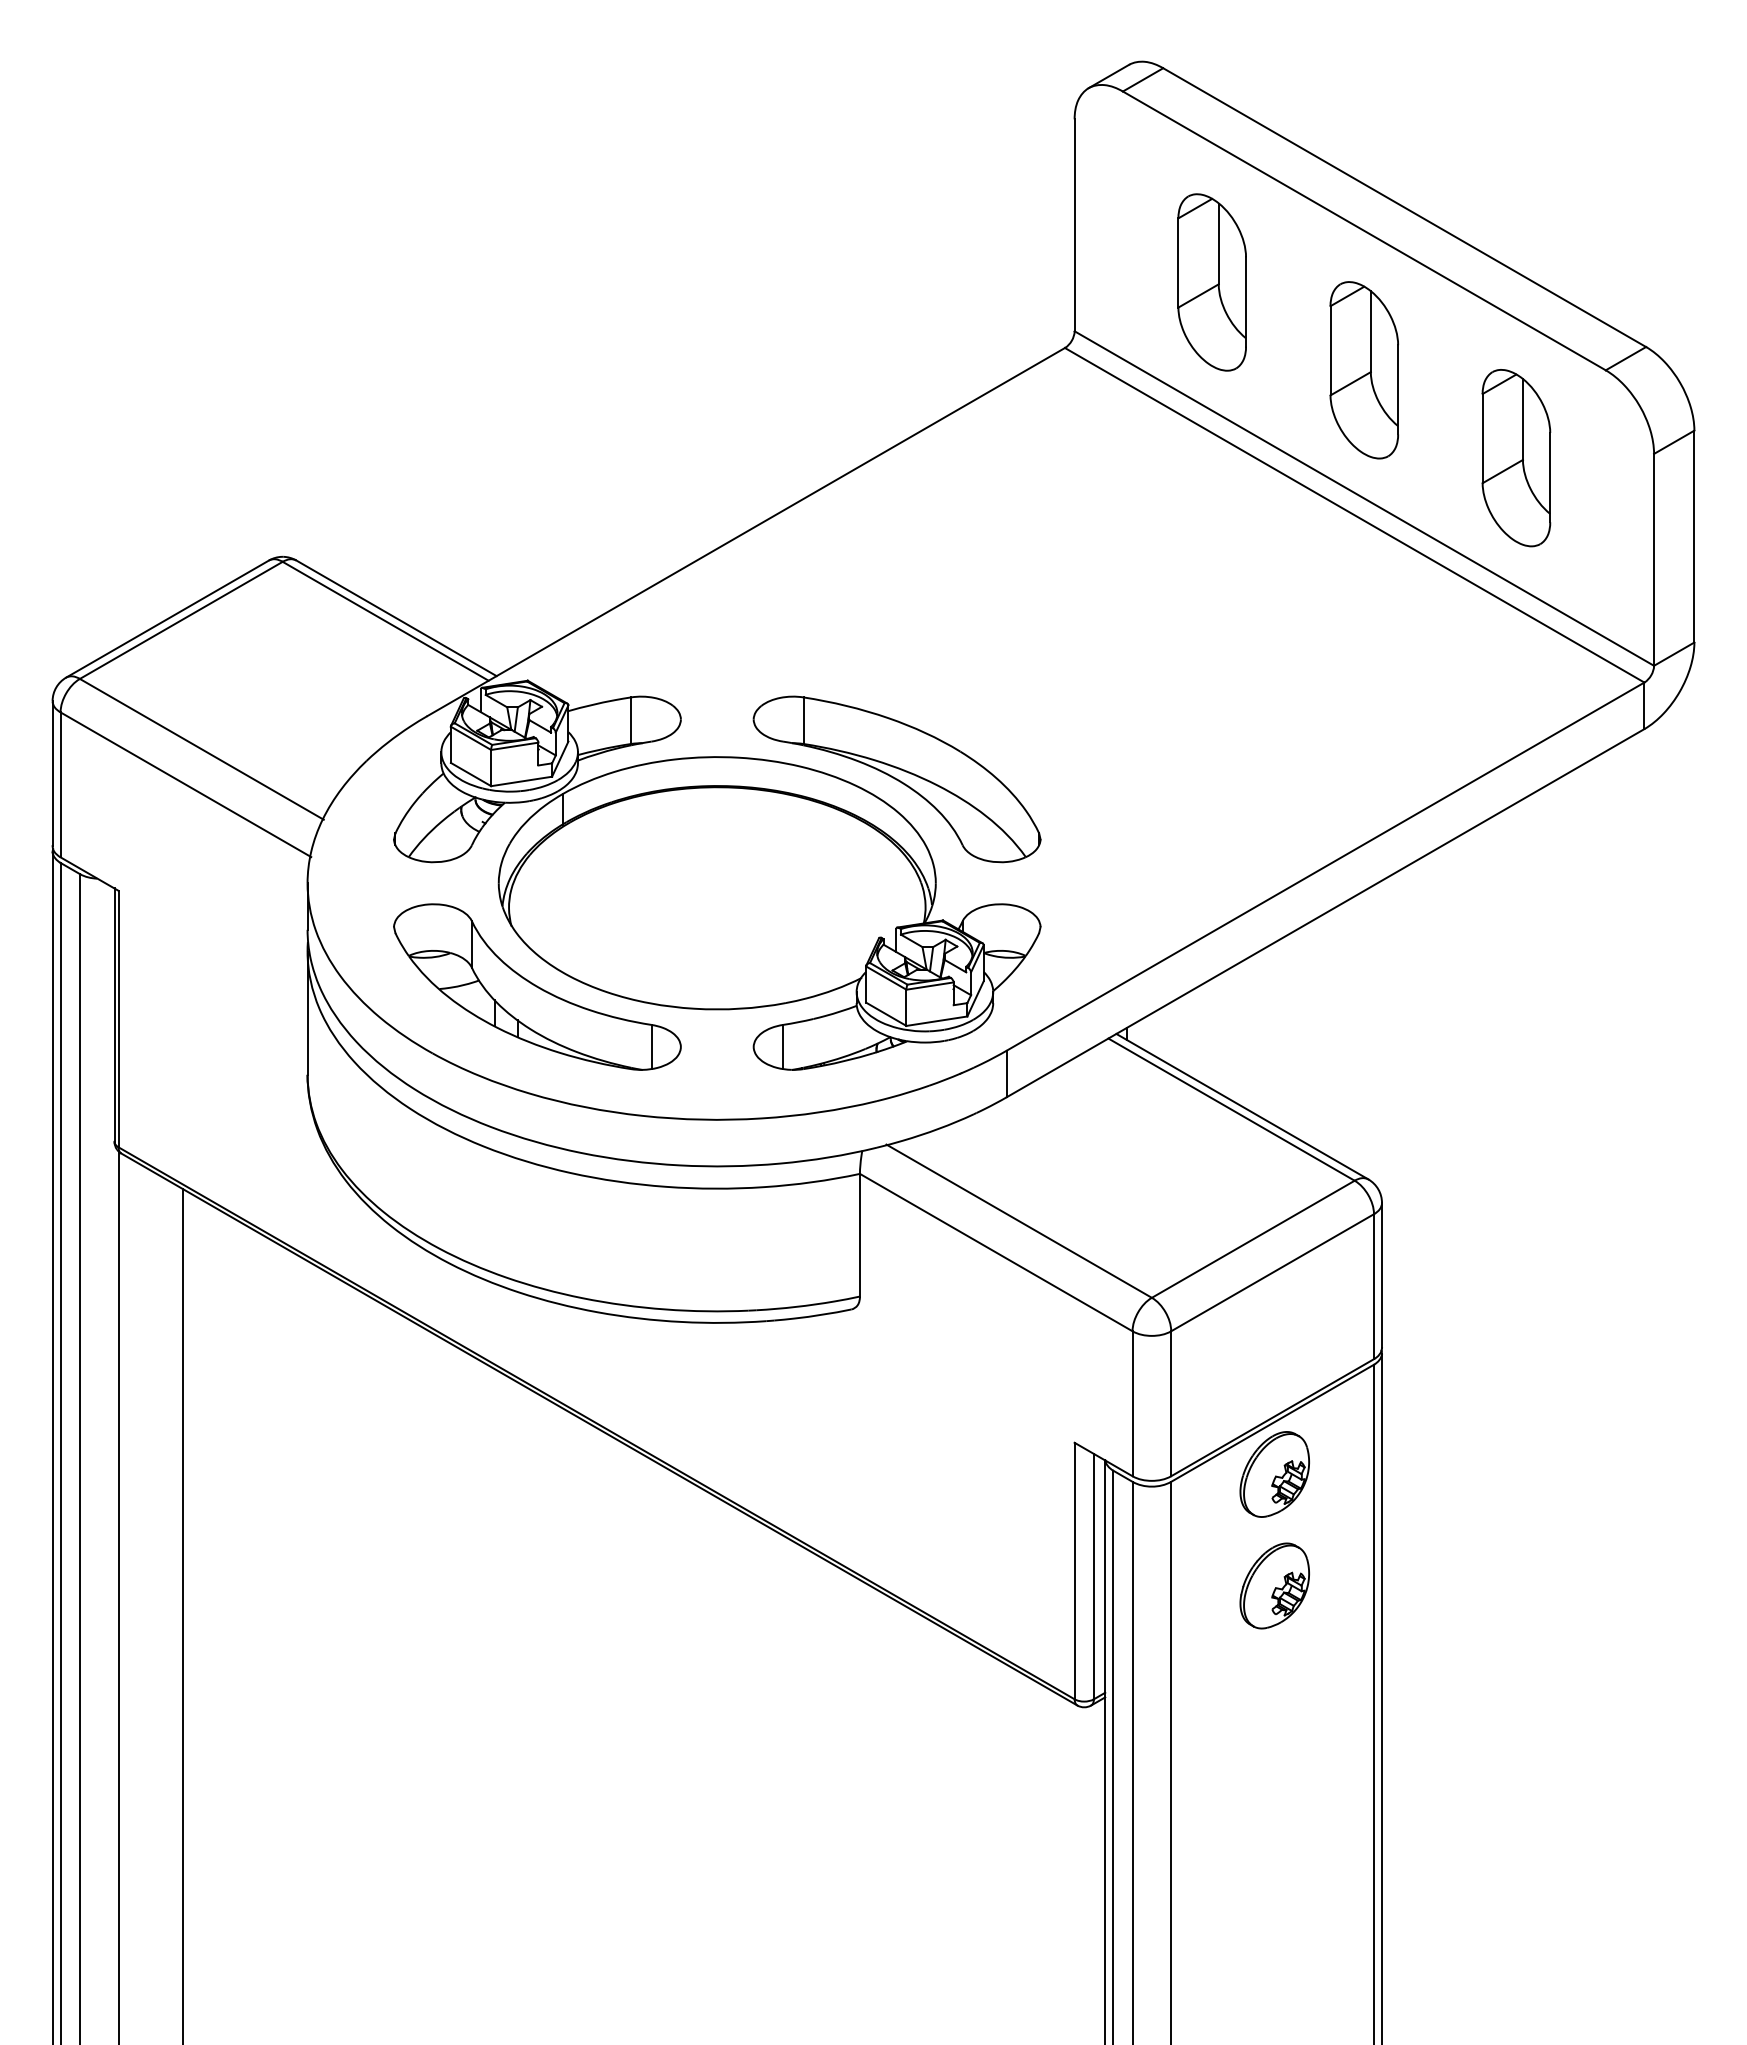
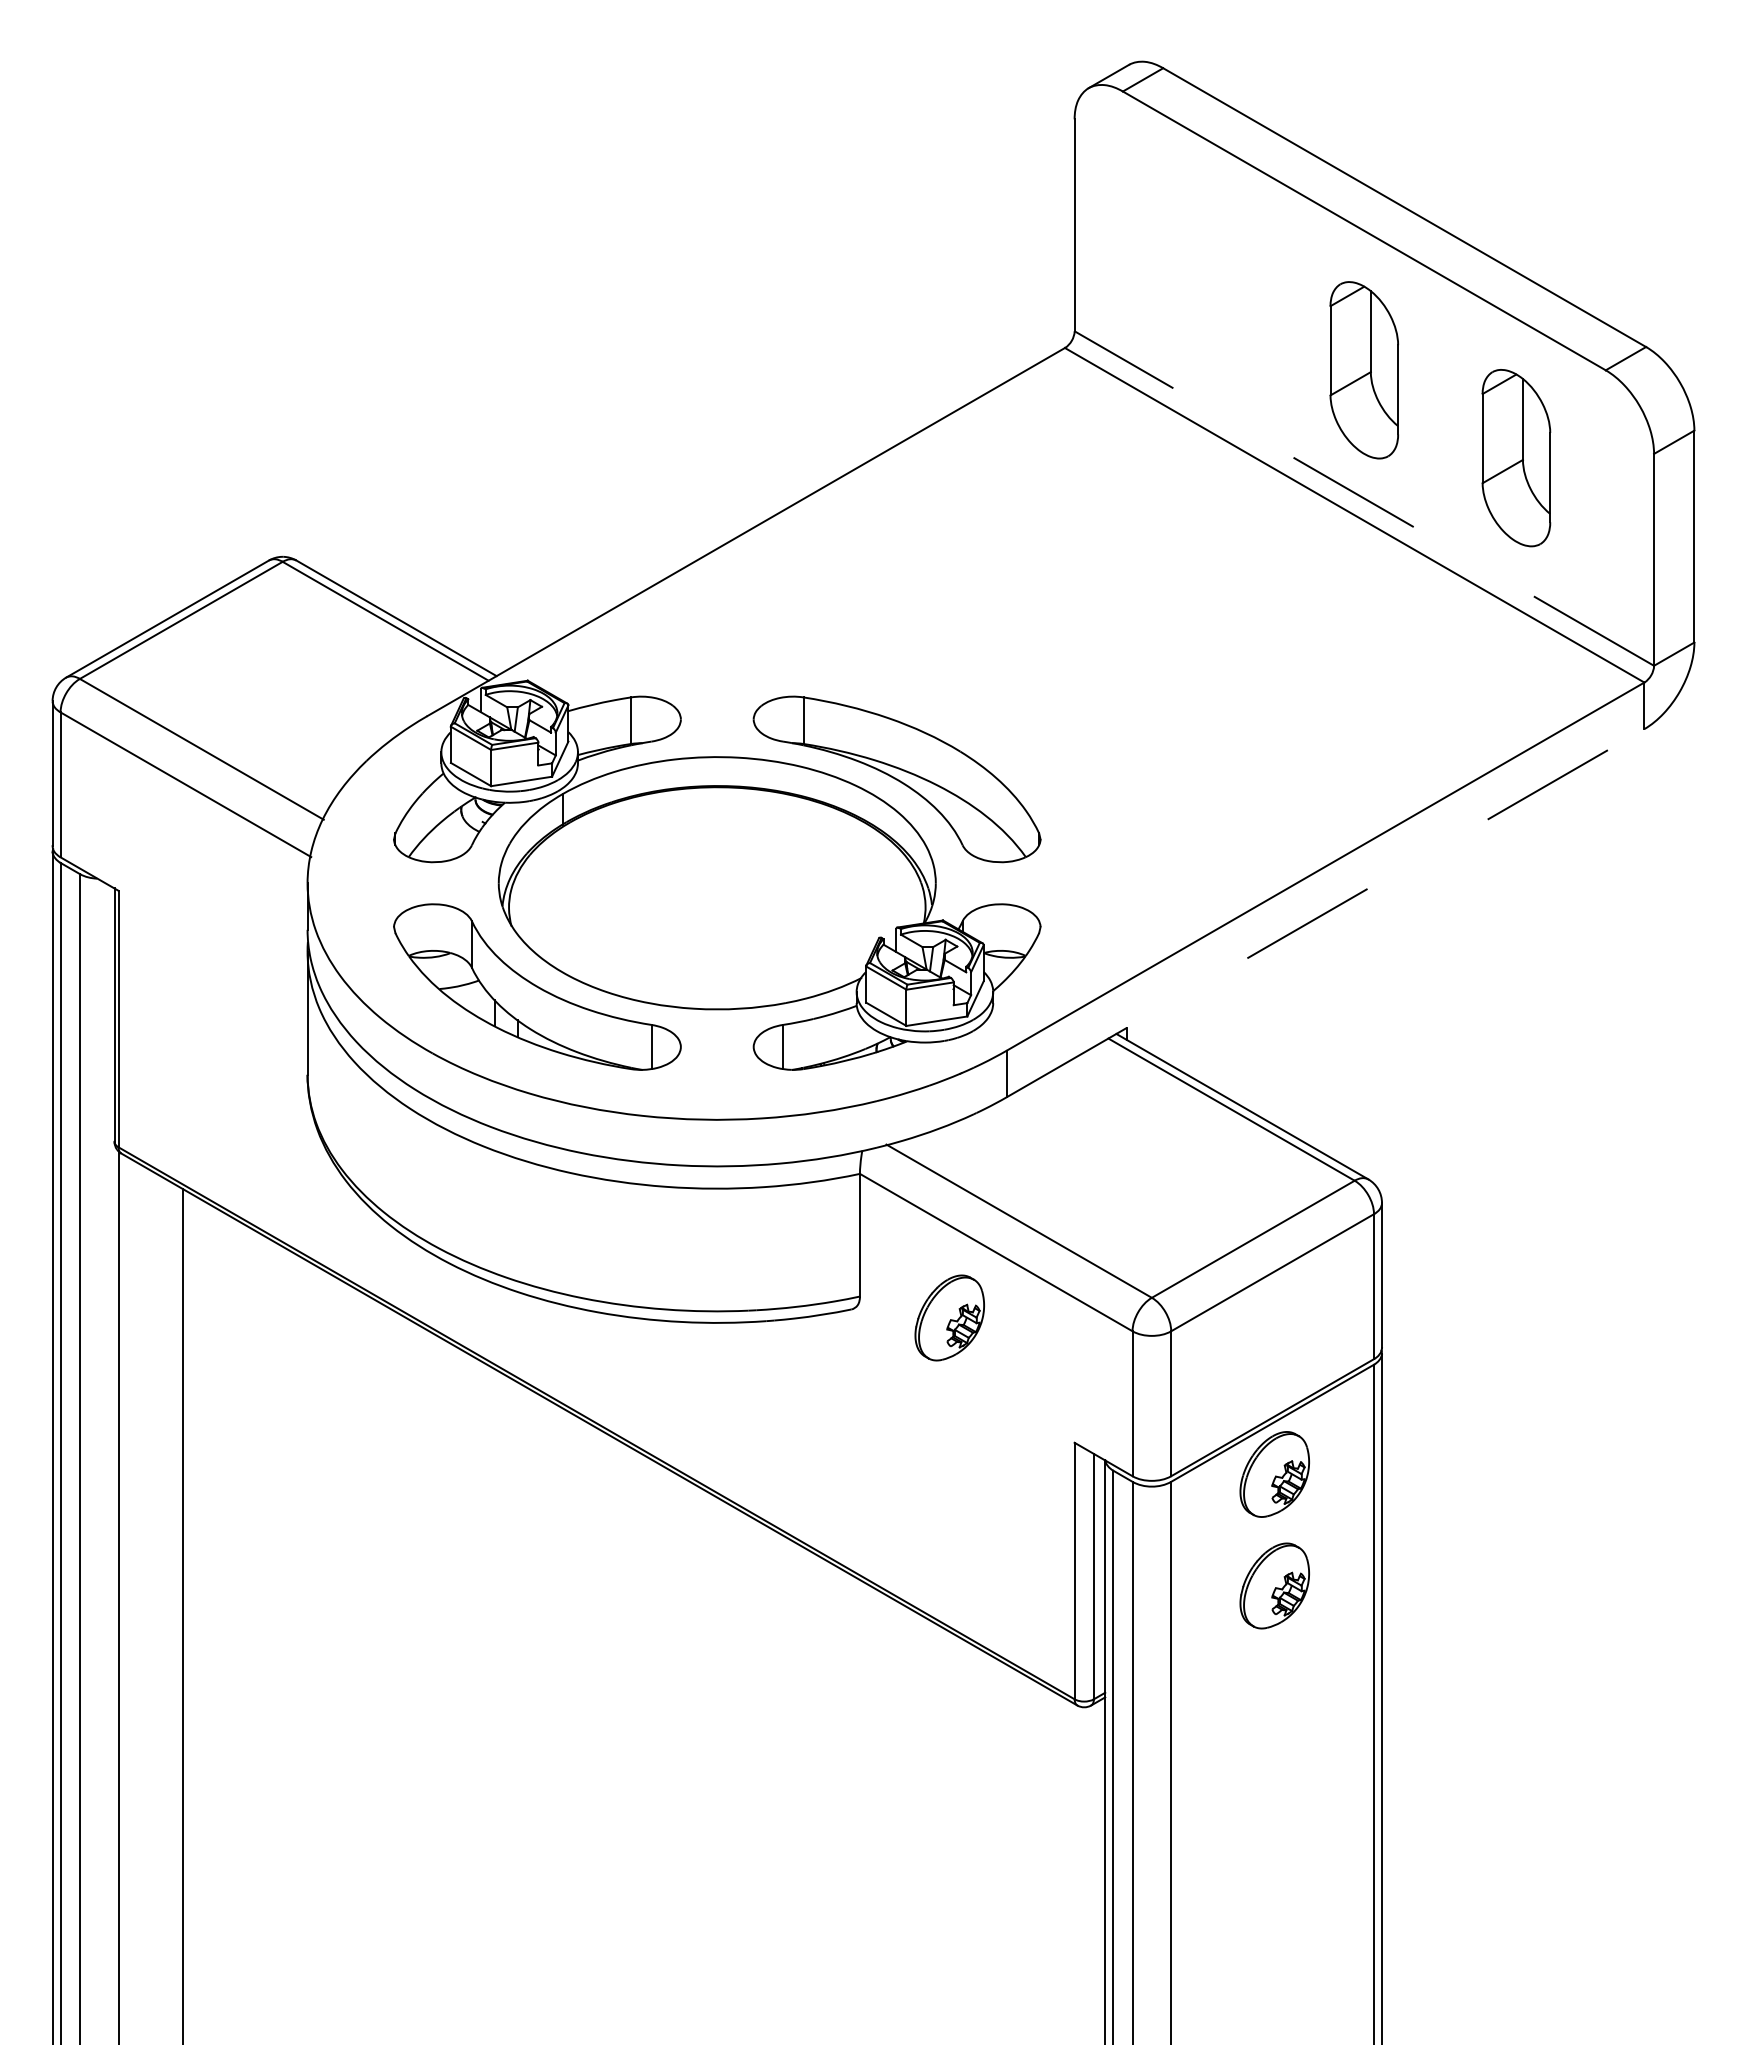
part at (1211, 282): present -> none
line at (1364, 498): solid -> dashed
line at (1325, 913): solid -> dashed
part at (949, 1317): none -> present
